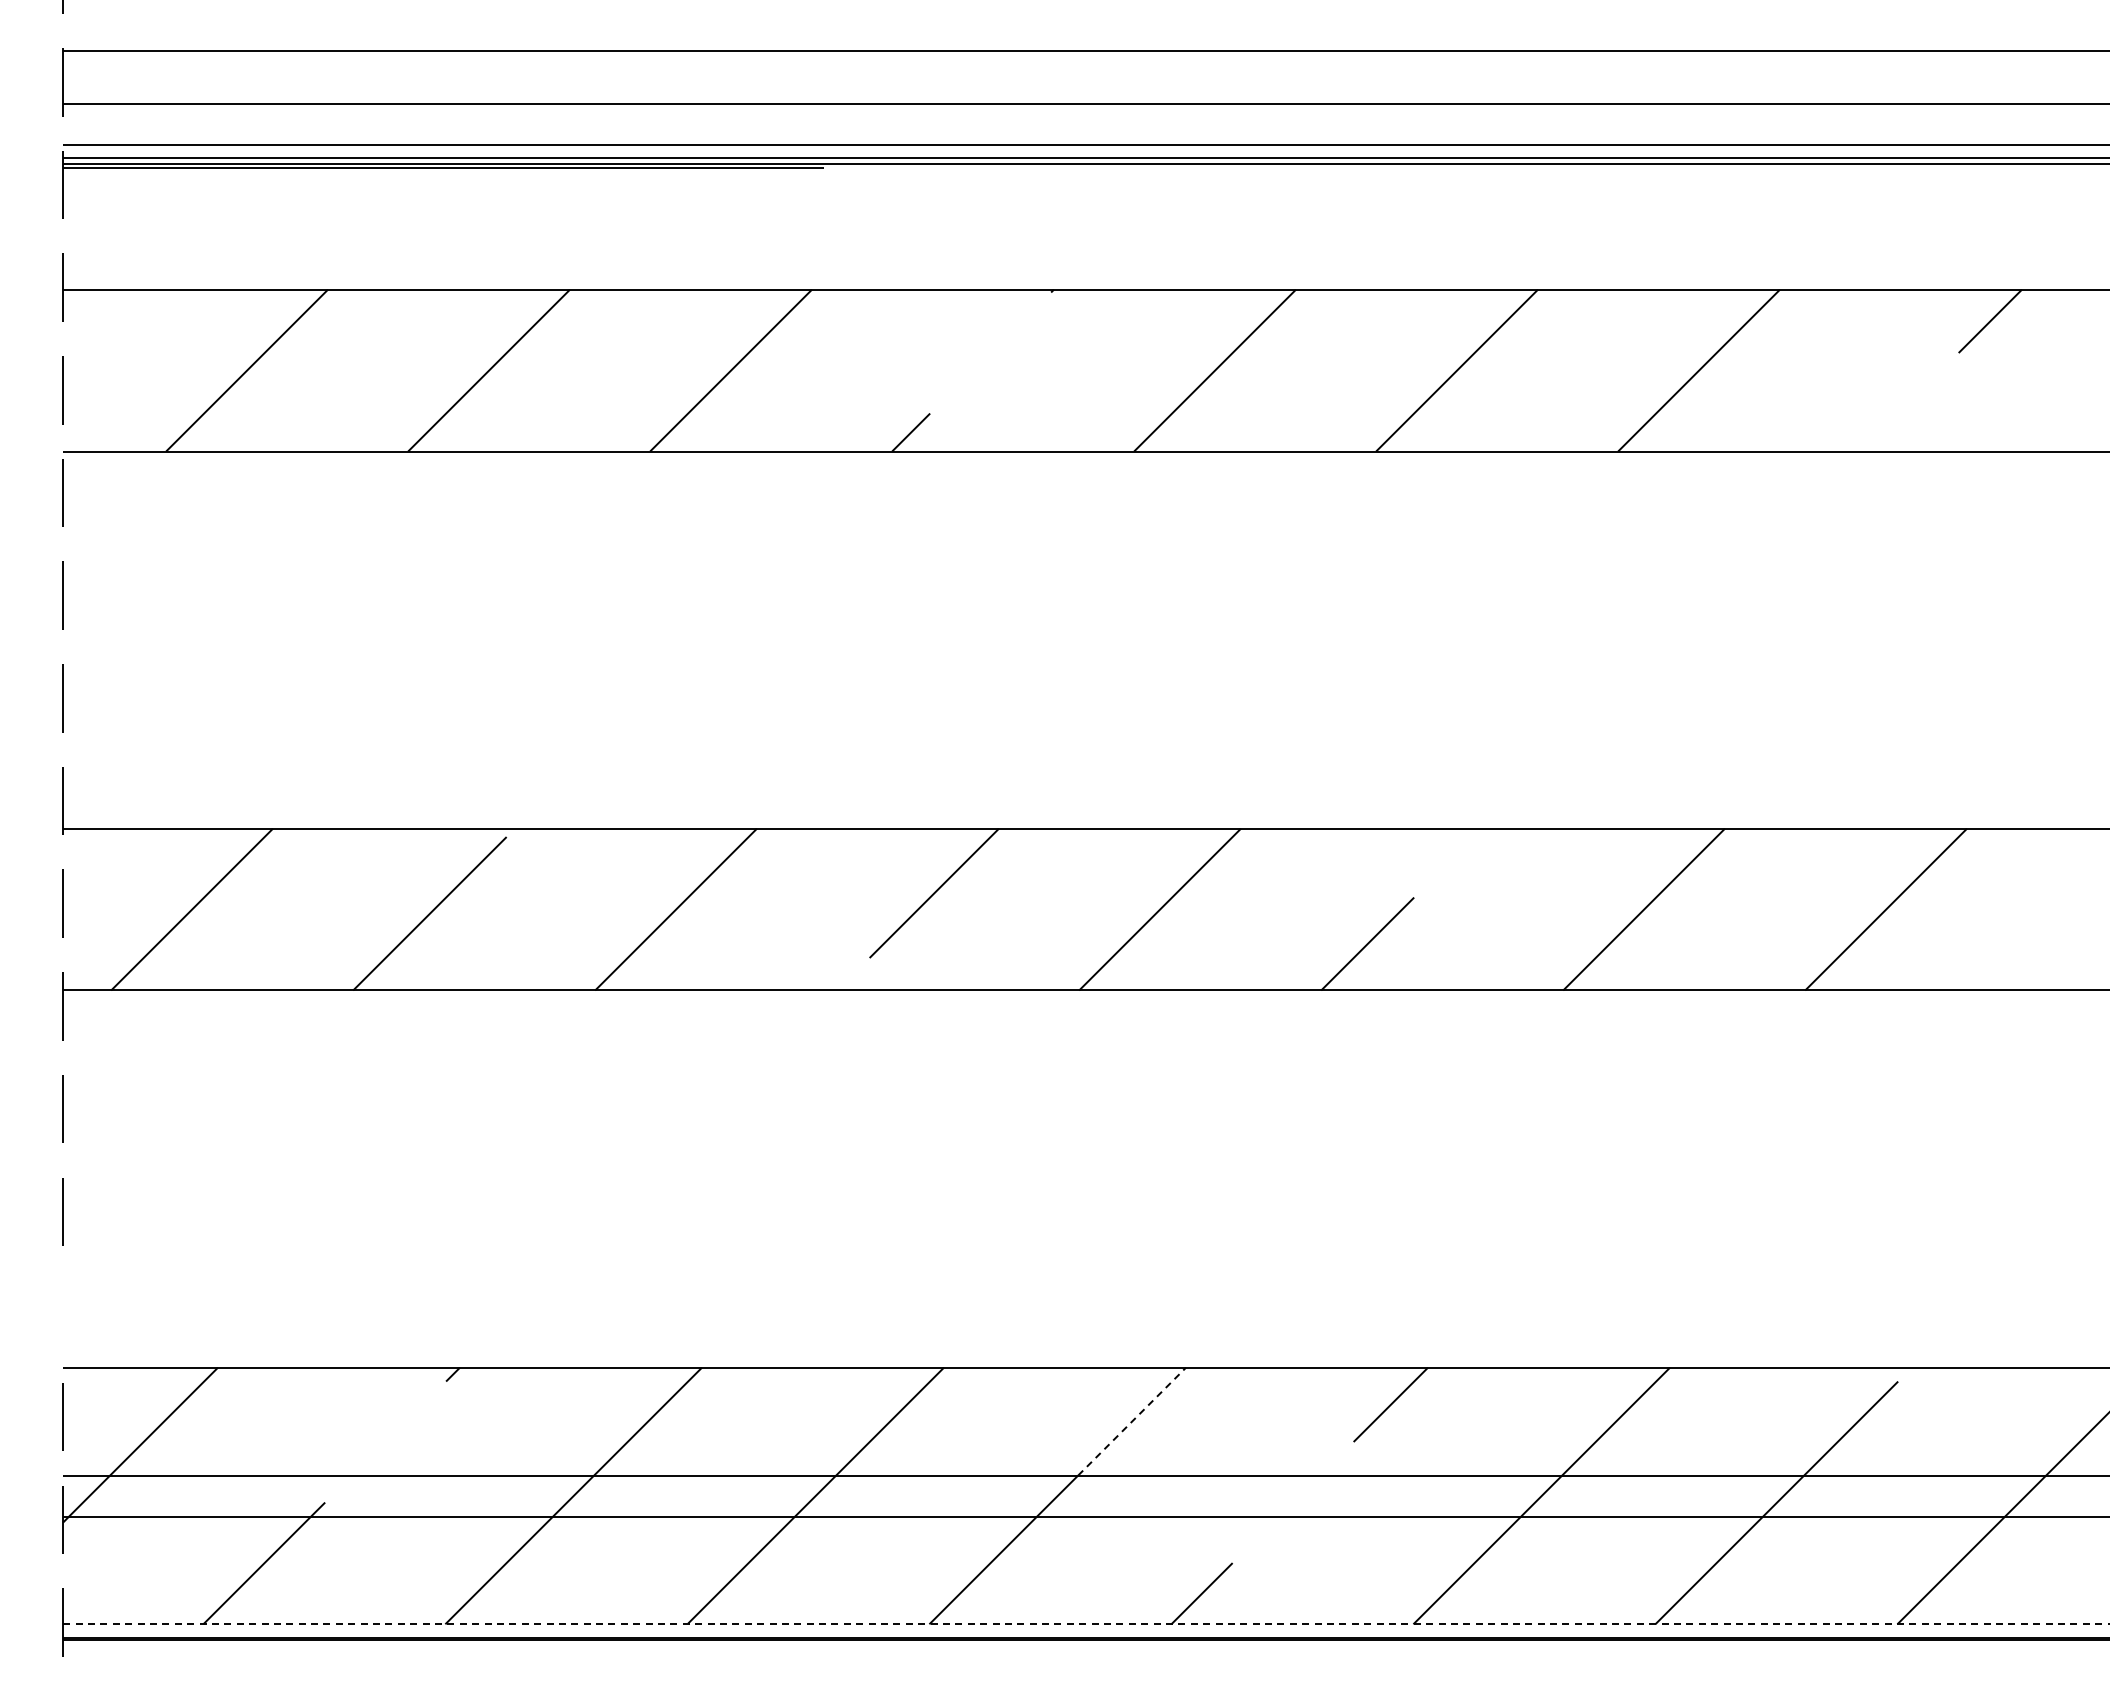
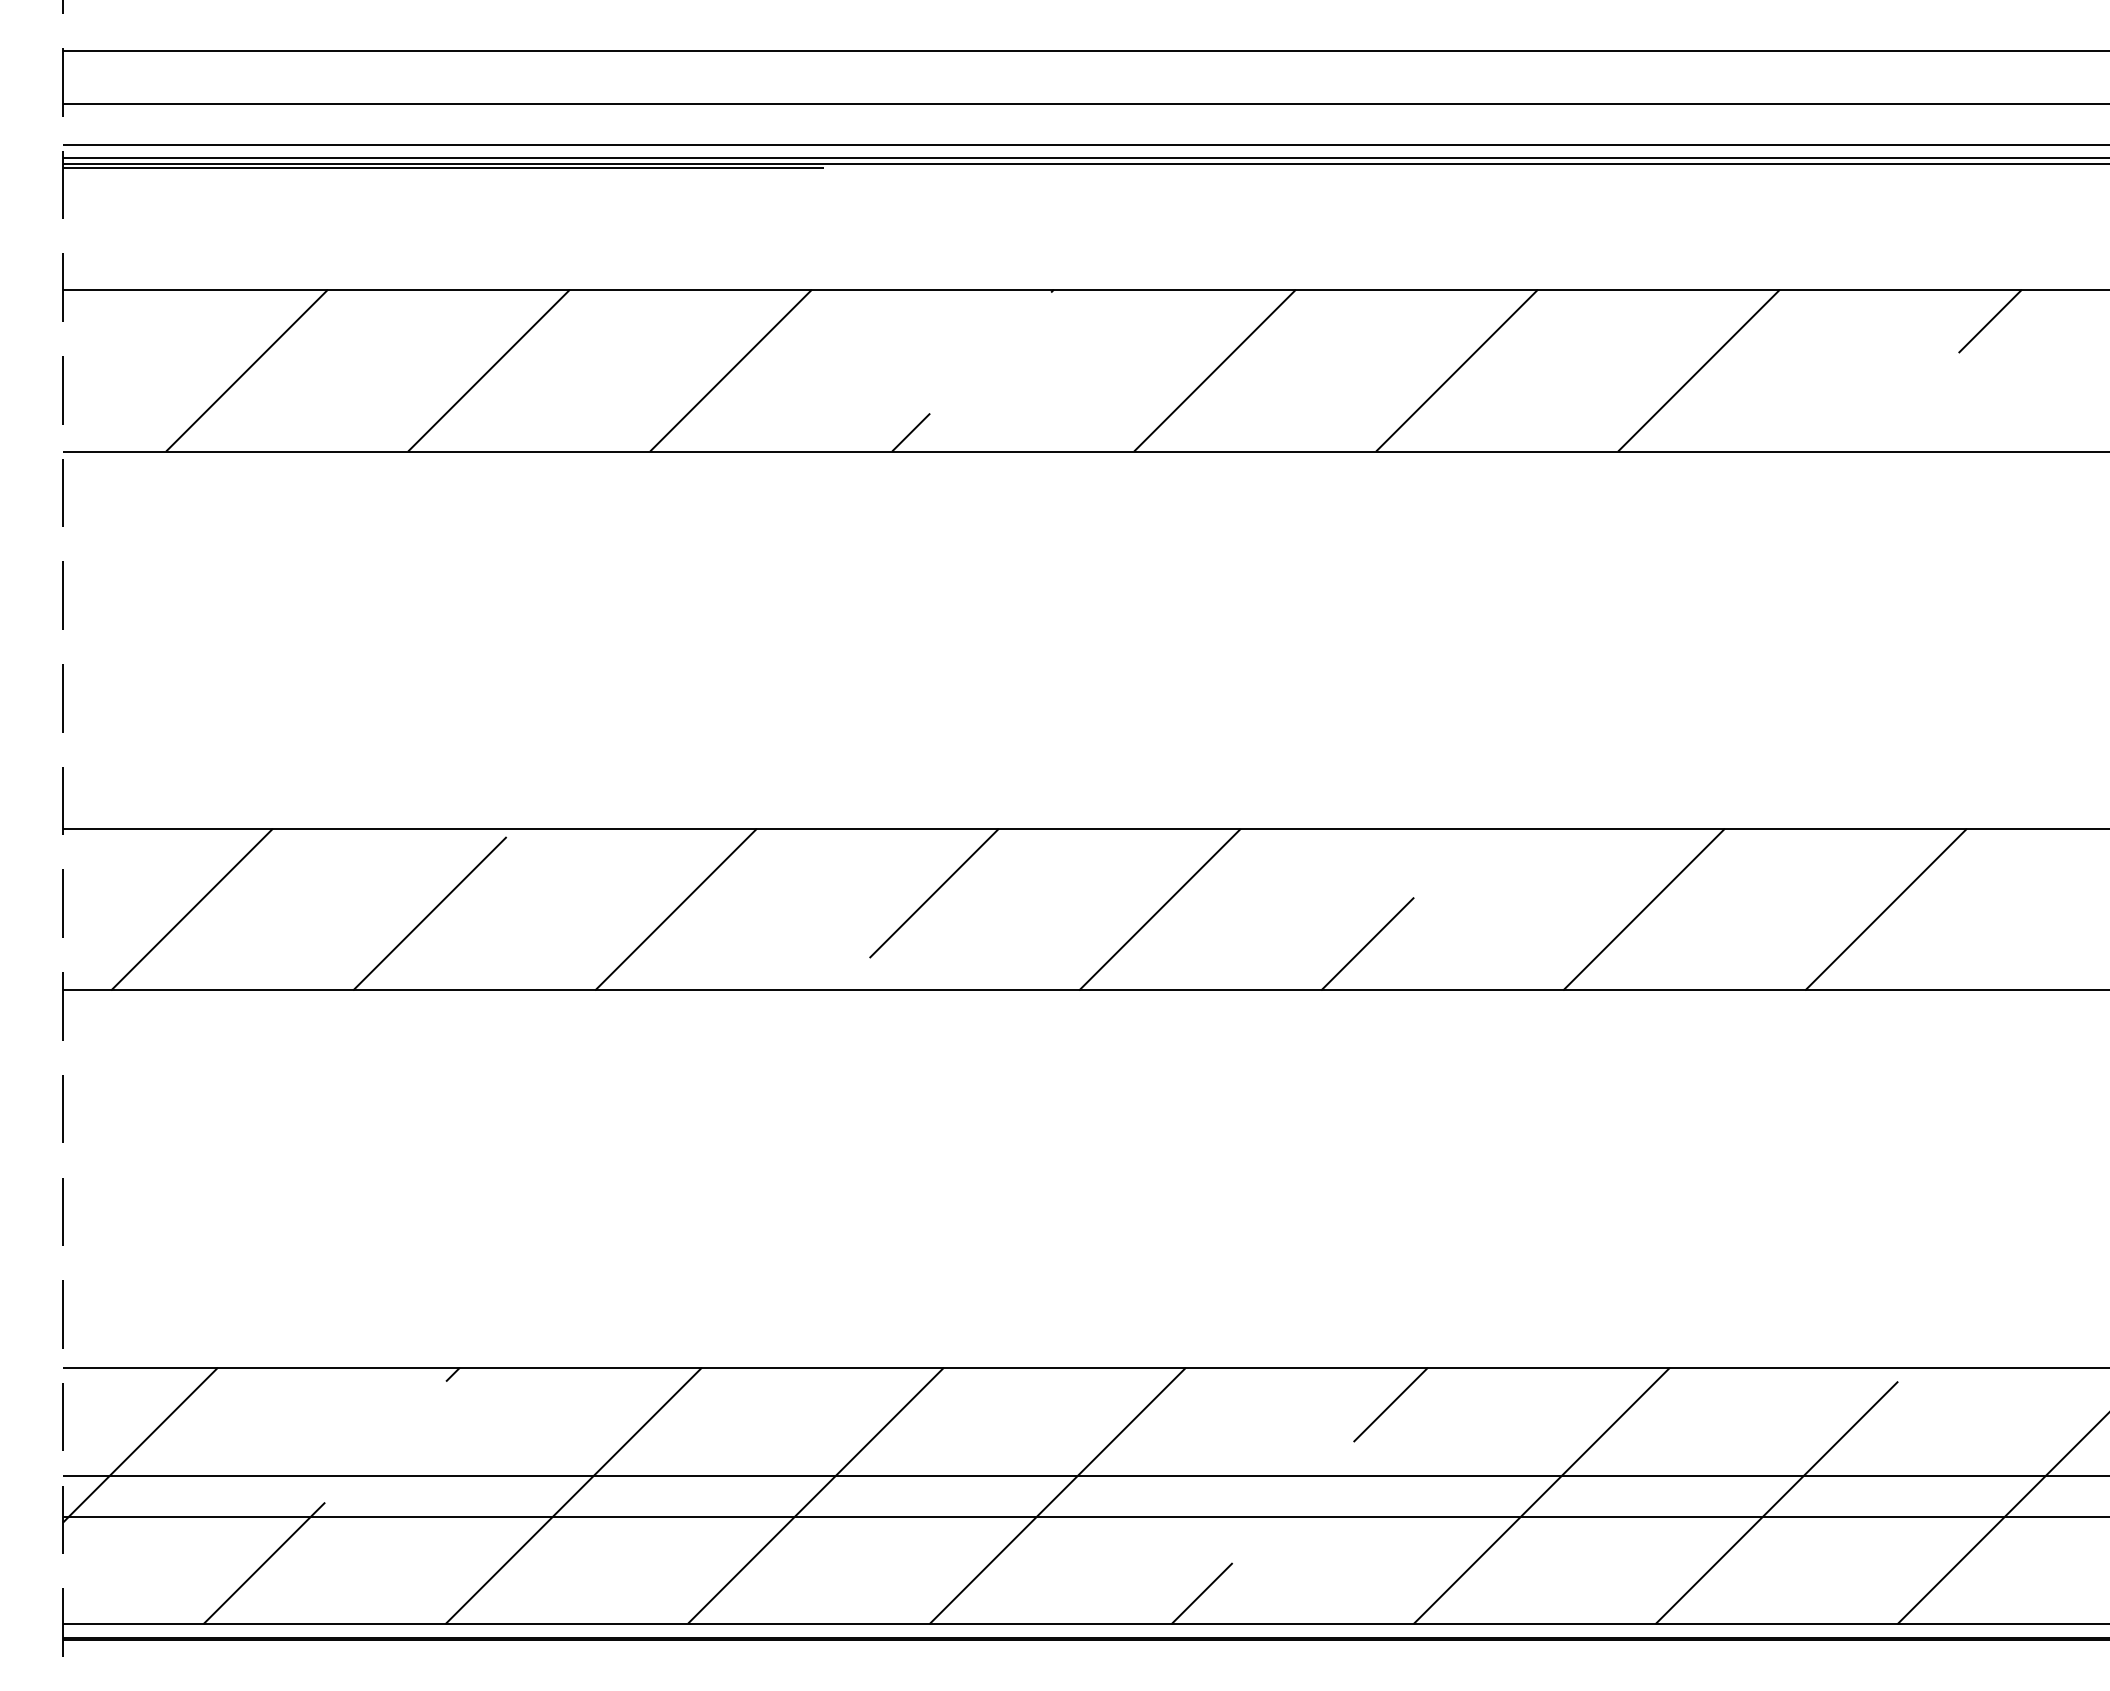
line at (62, 1314): none -> present
line at (1132, 1421): dashed -> solid
line at (1087, 1624): dashed -> solid
